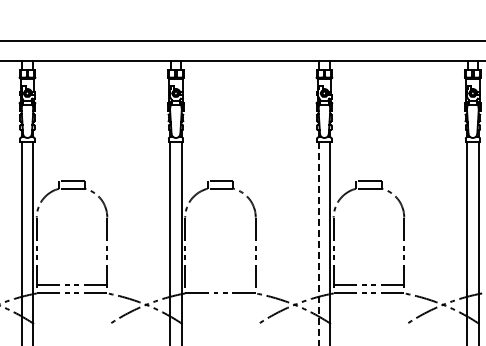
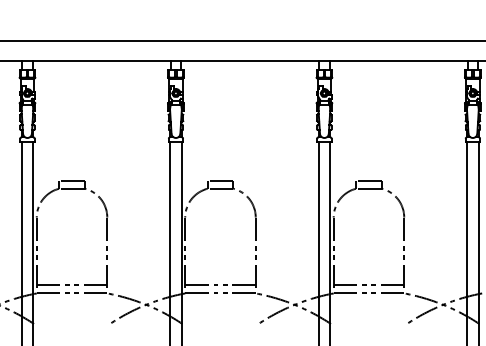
line at (318, 243): dashed -> solid
line at (220, 284): none -> present
